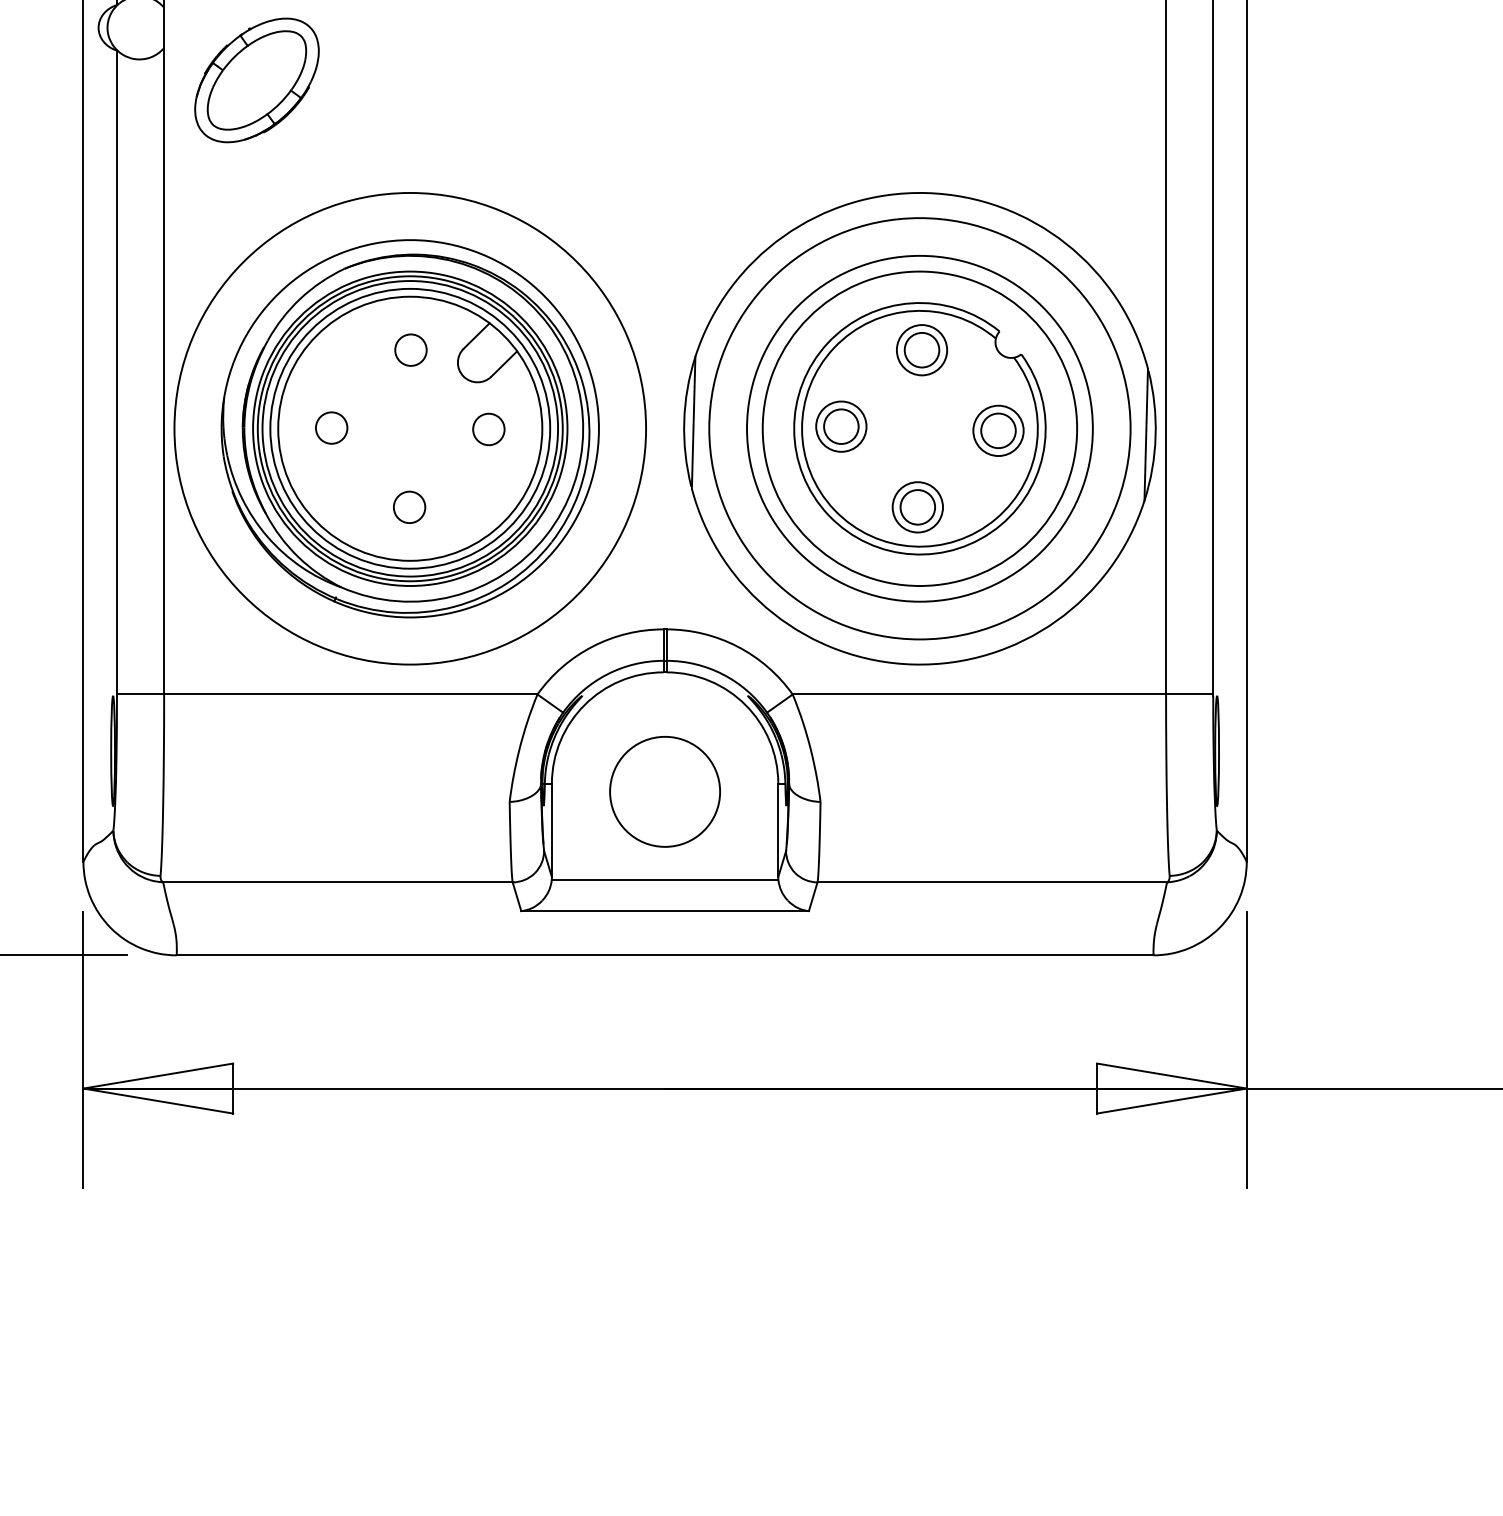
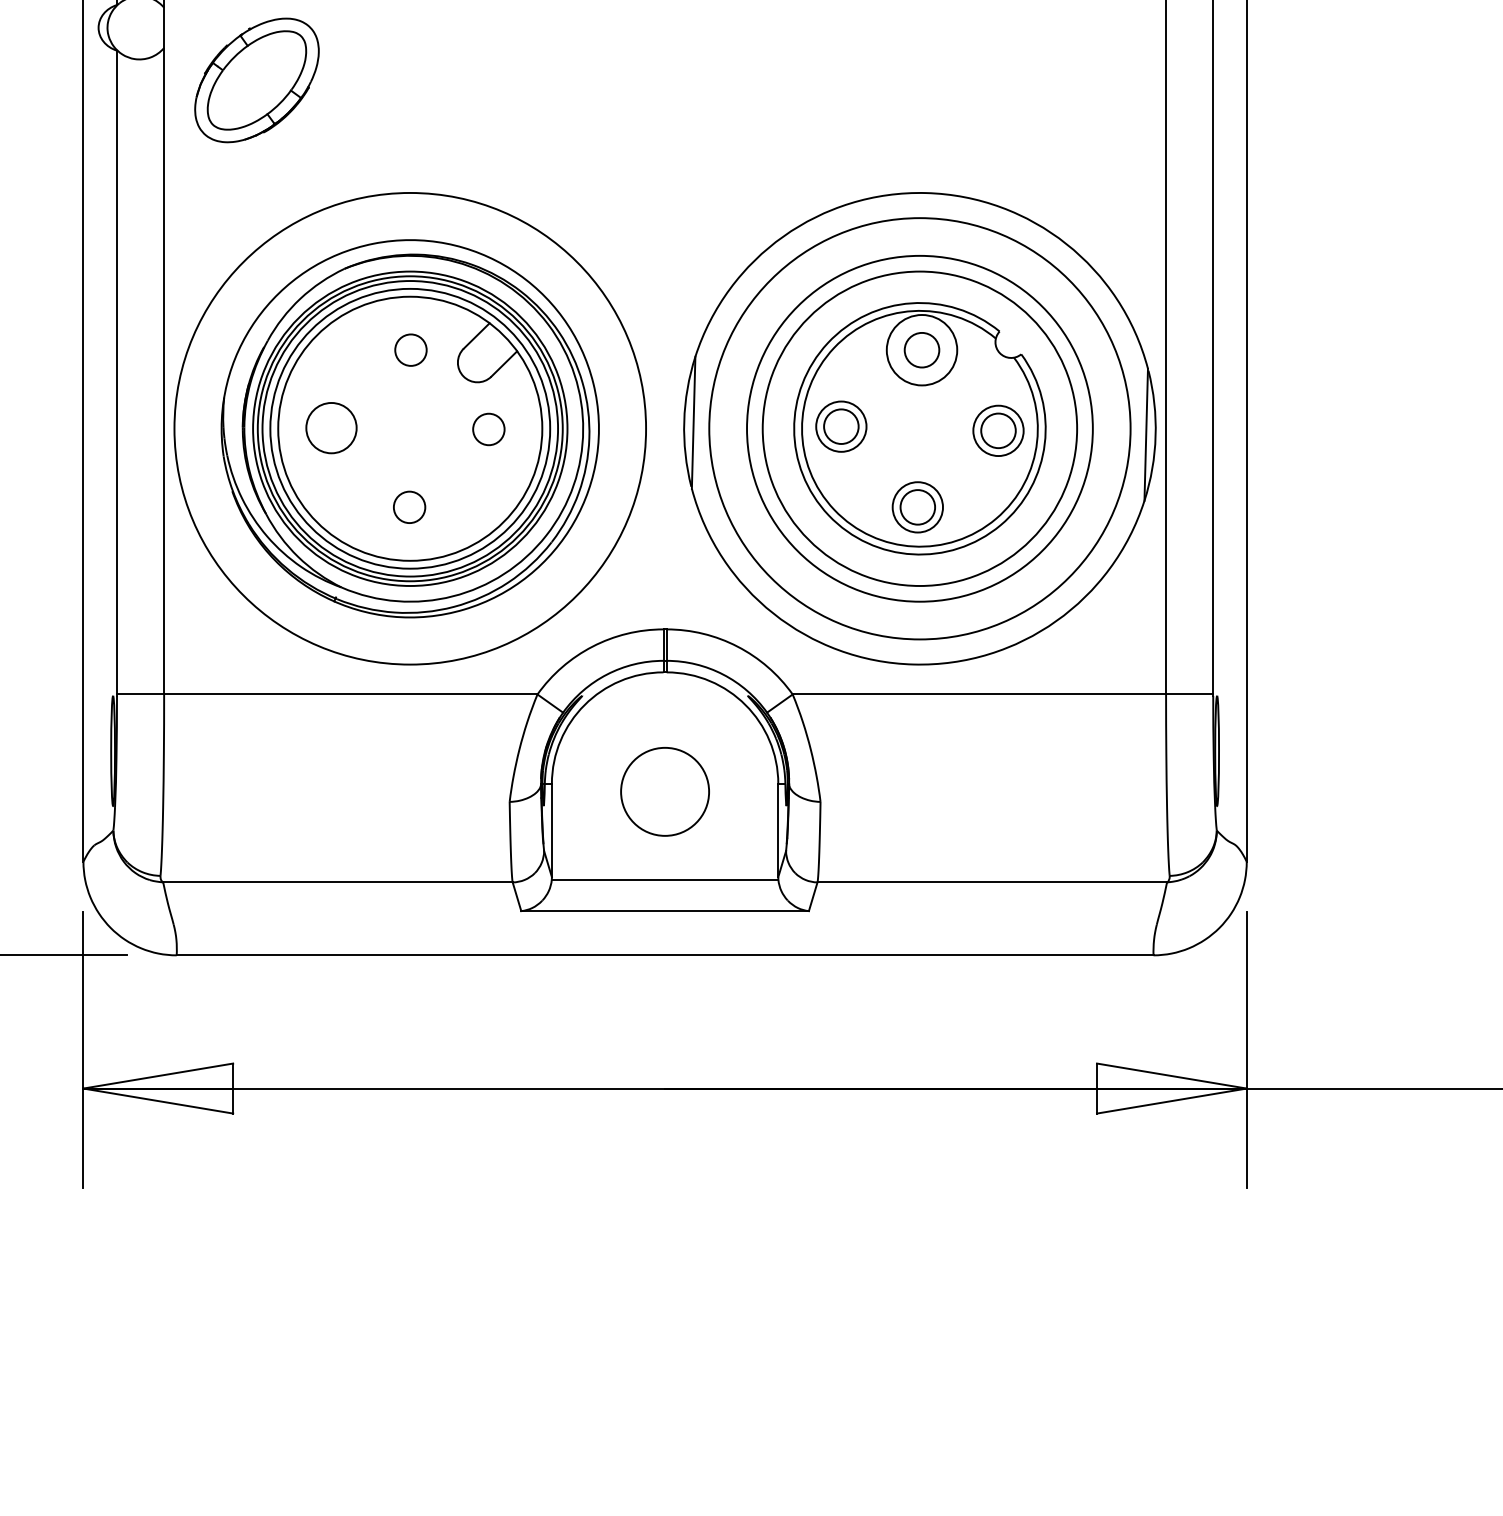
circle at (921, 350) diameter: 50 px -> 70 px
circle at (331, 427) size: 34x34 px -> 53x53 px
circle at (665, 791) diameter: 110 px -> 88 px
